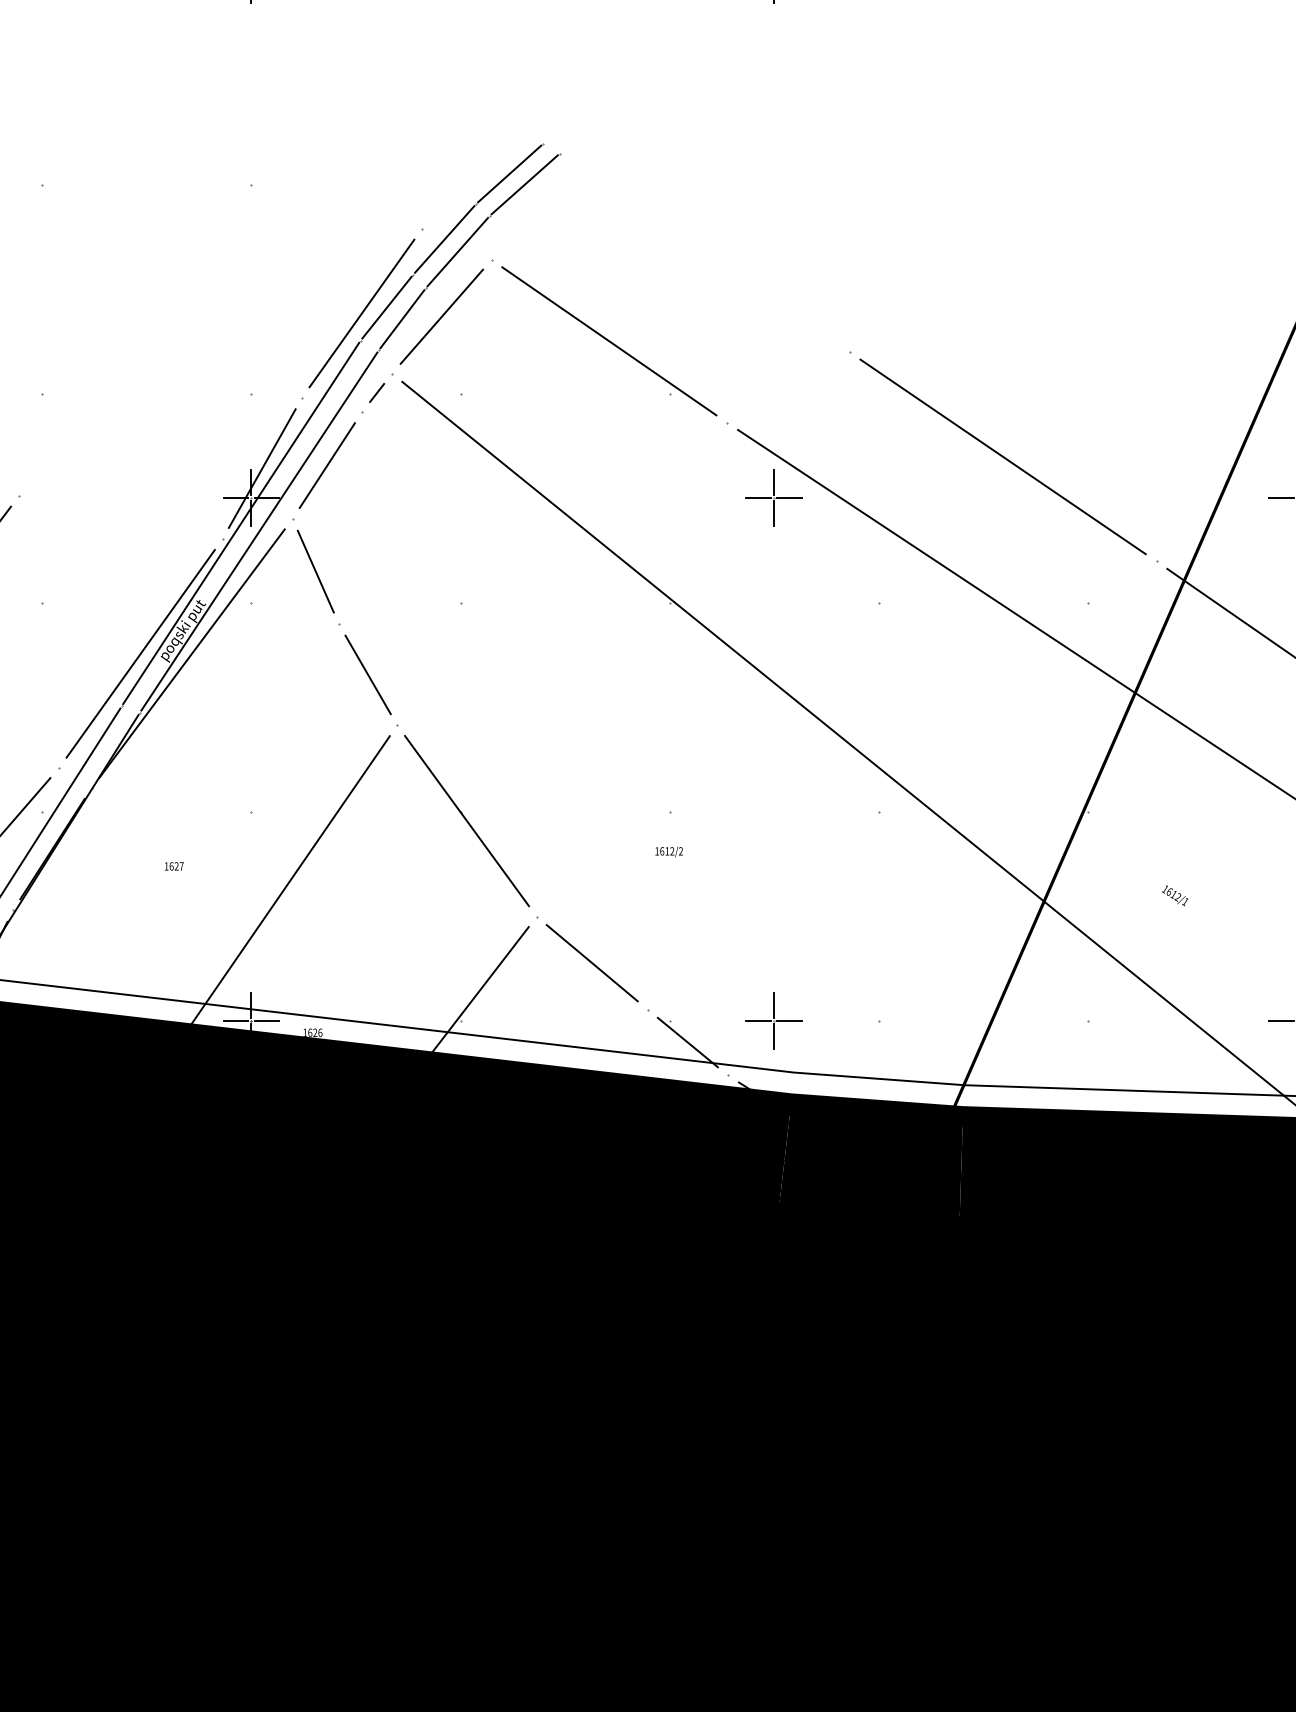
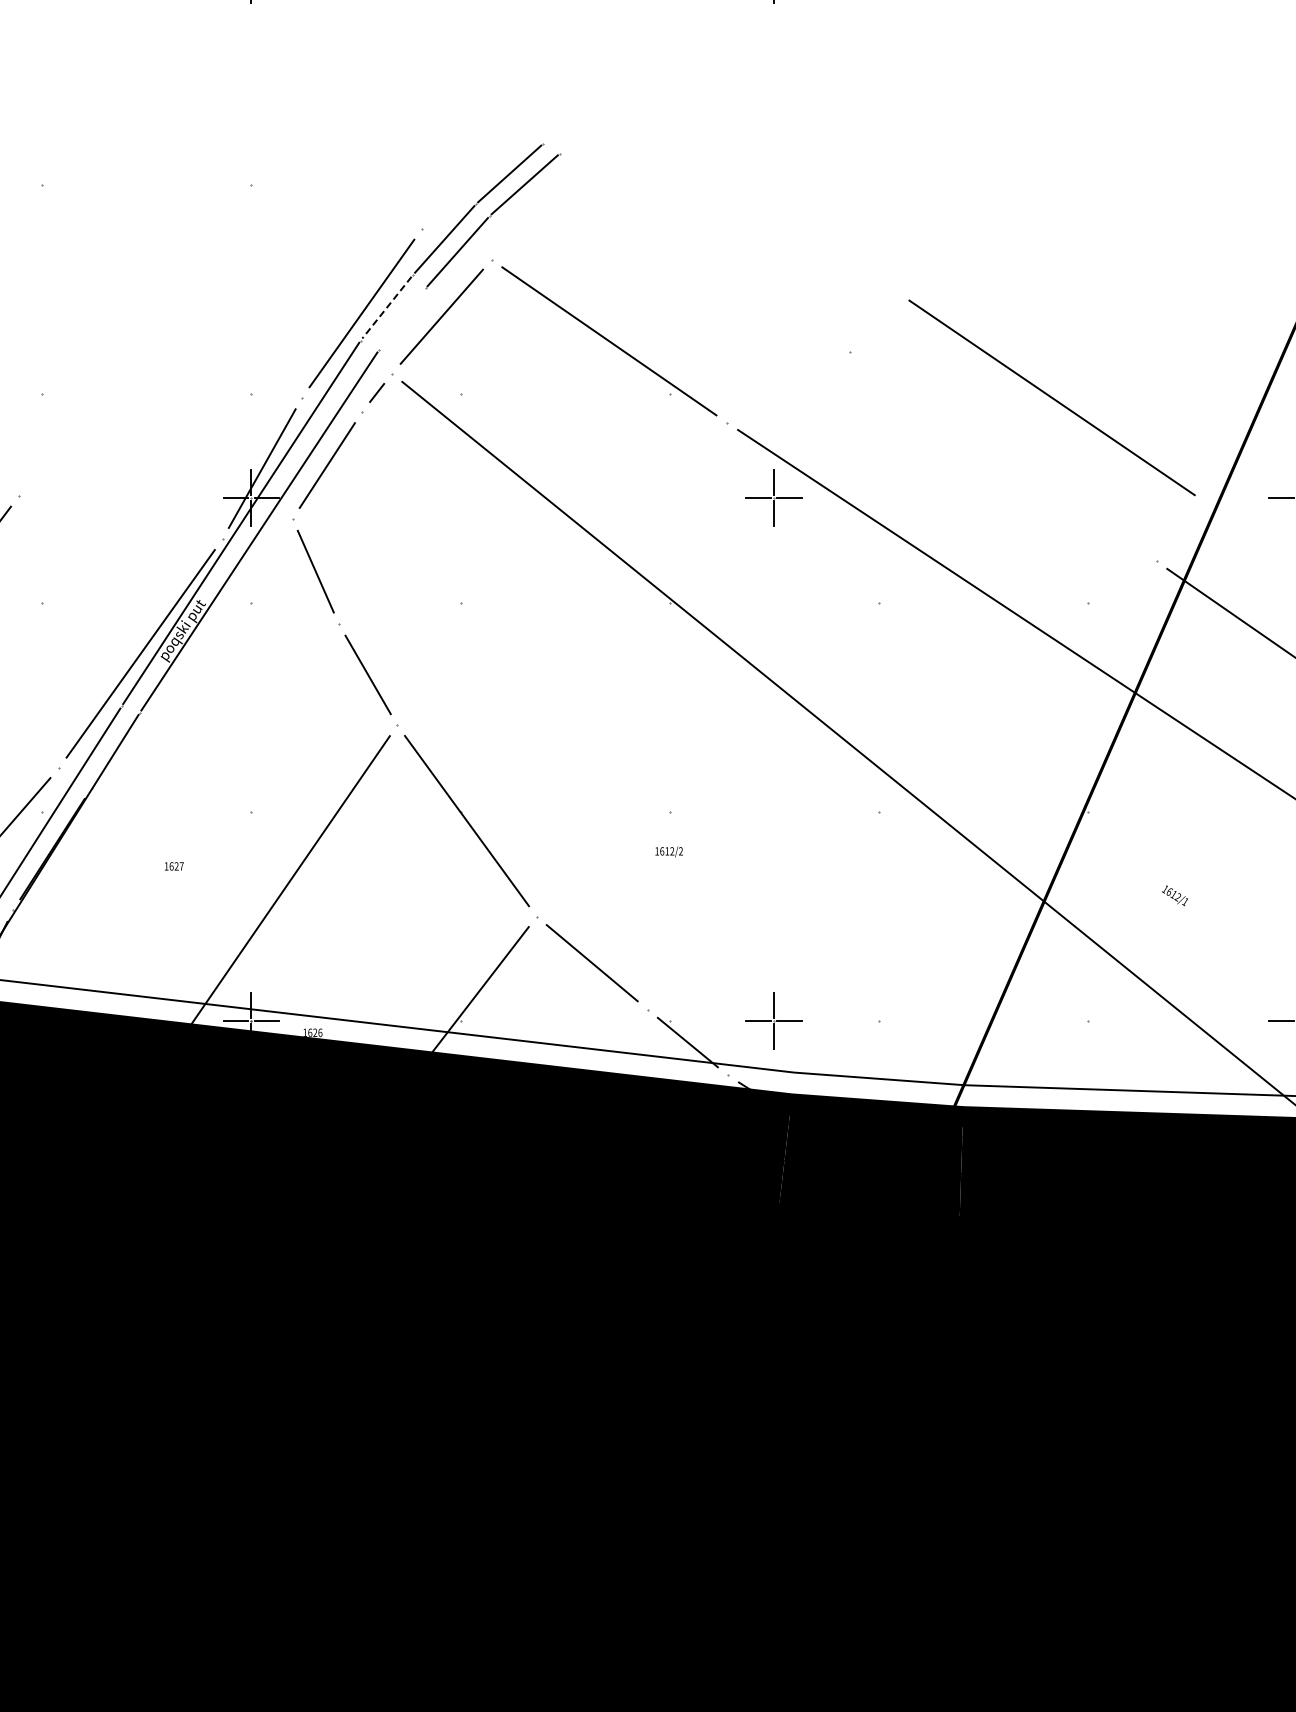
line at (386, 308): solid -> dashed
line at (402, 319): present -> none
line at (1002, 456) position: (1002, 456) -> (1051, 397)
line at (191, 653): present -> none
